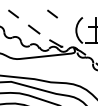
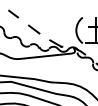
line at (52, 13): present -> none
